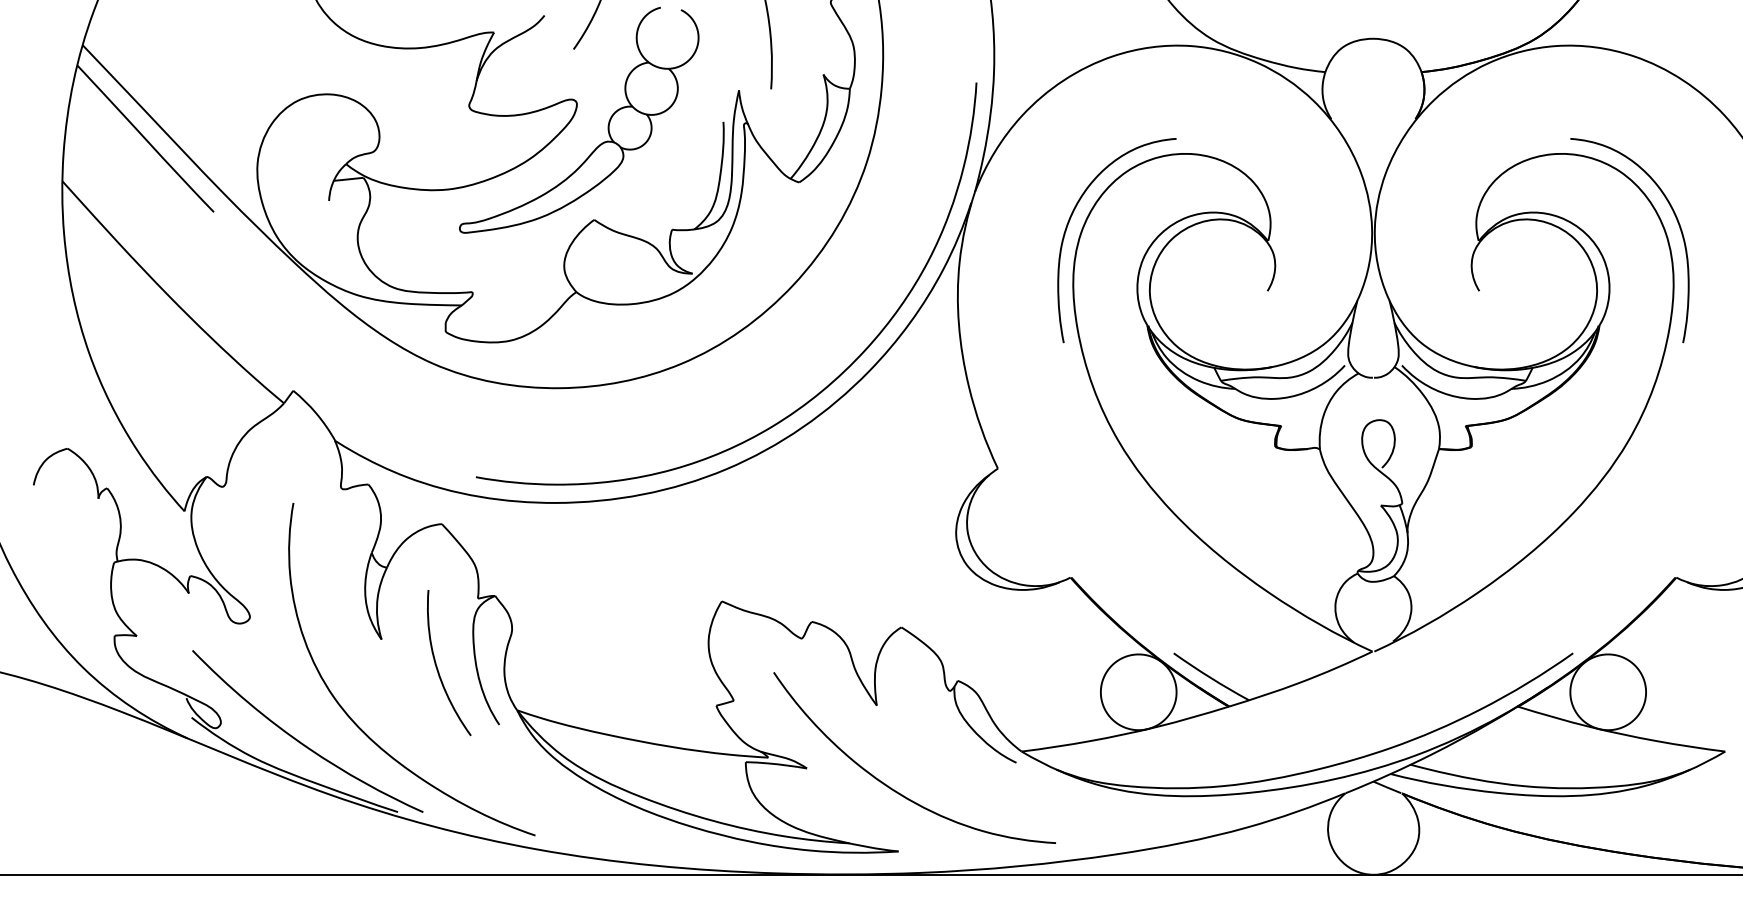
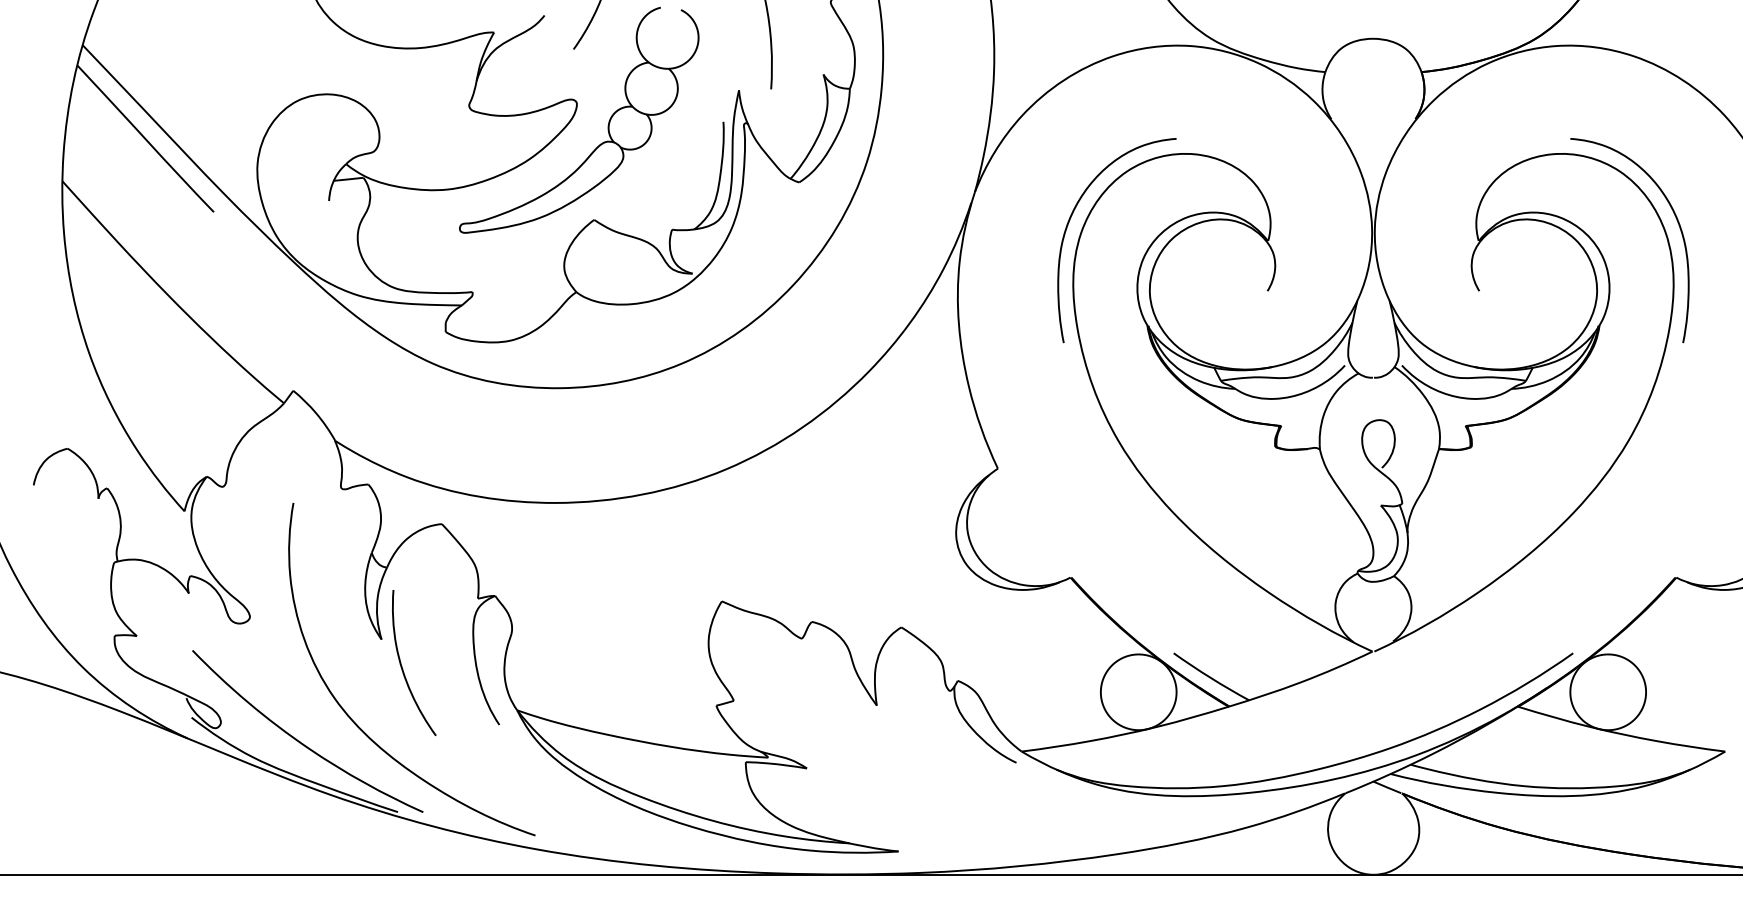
curve at (813, 396): present -> none
curve at (437, 666) position: (437, 666) -> (402, 666)
curve at (894, 789): present -> none
